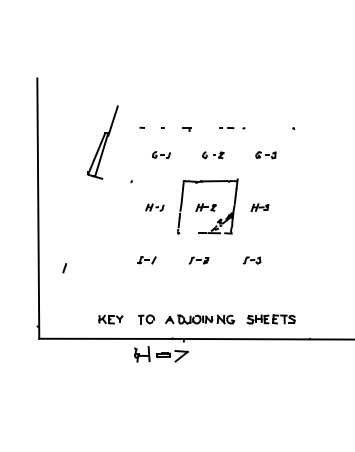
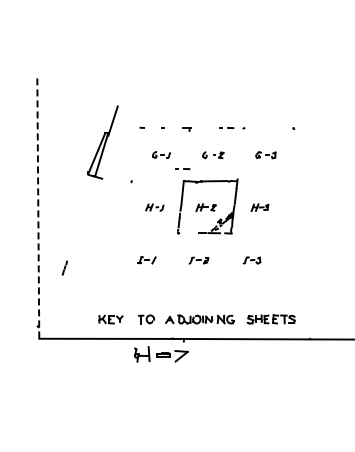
line at (183, 168): none -> present
line at (38, 209): solid -> dashed
part at (64, 268) size: 5x11 px -> 7x16 px
